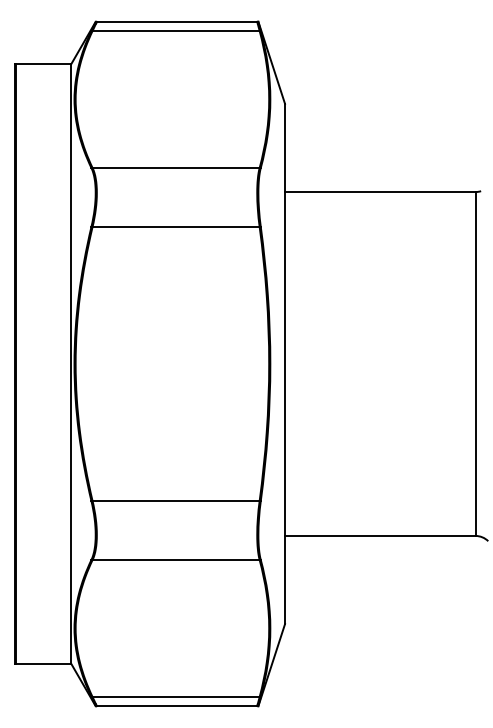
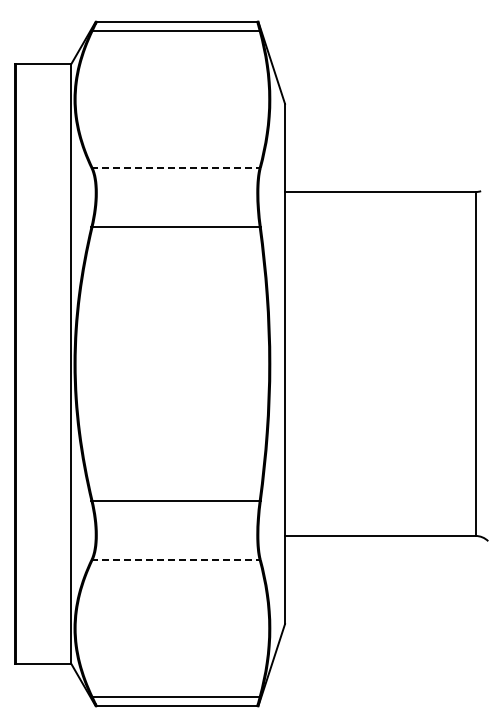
line at (176, 168): solid -> dashed
line at (176, 559): solid -> dashed
